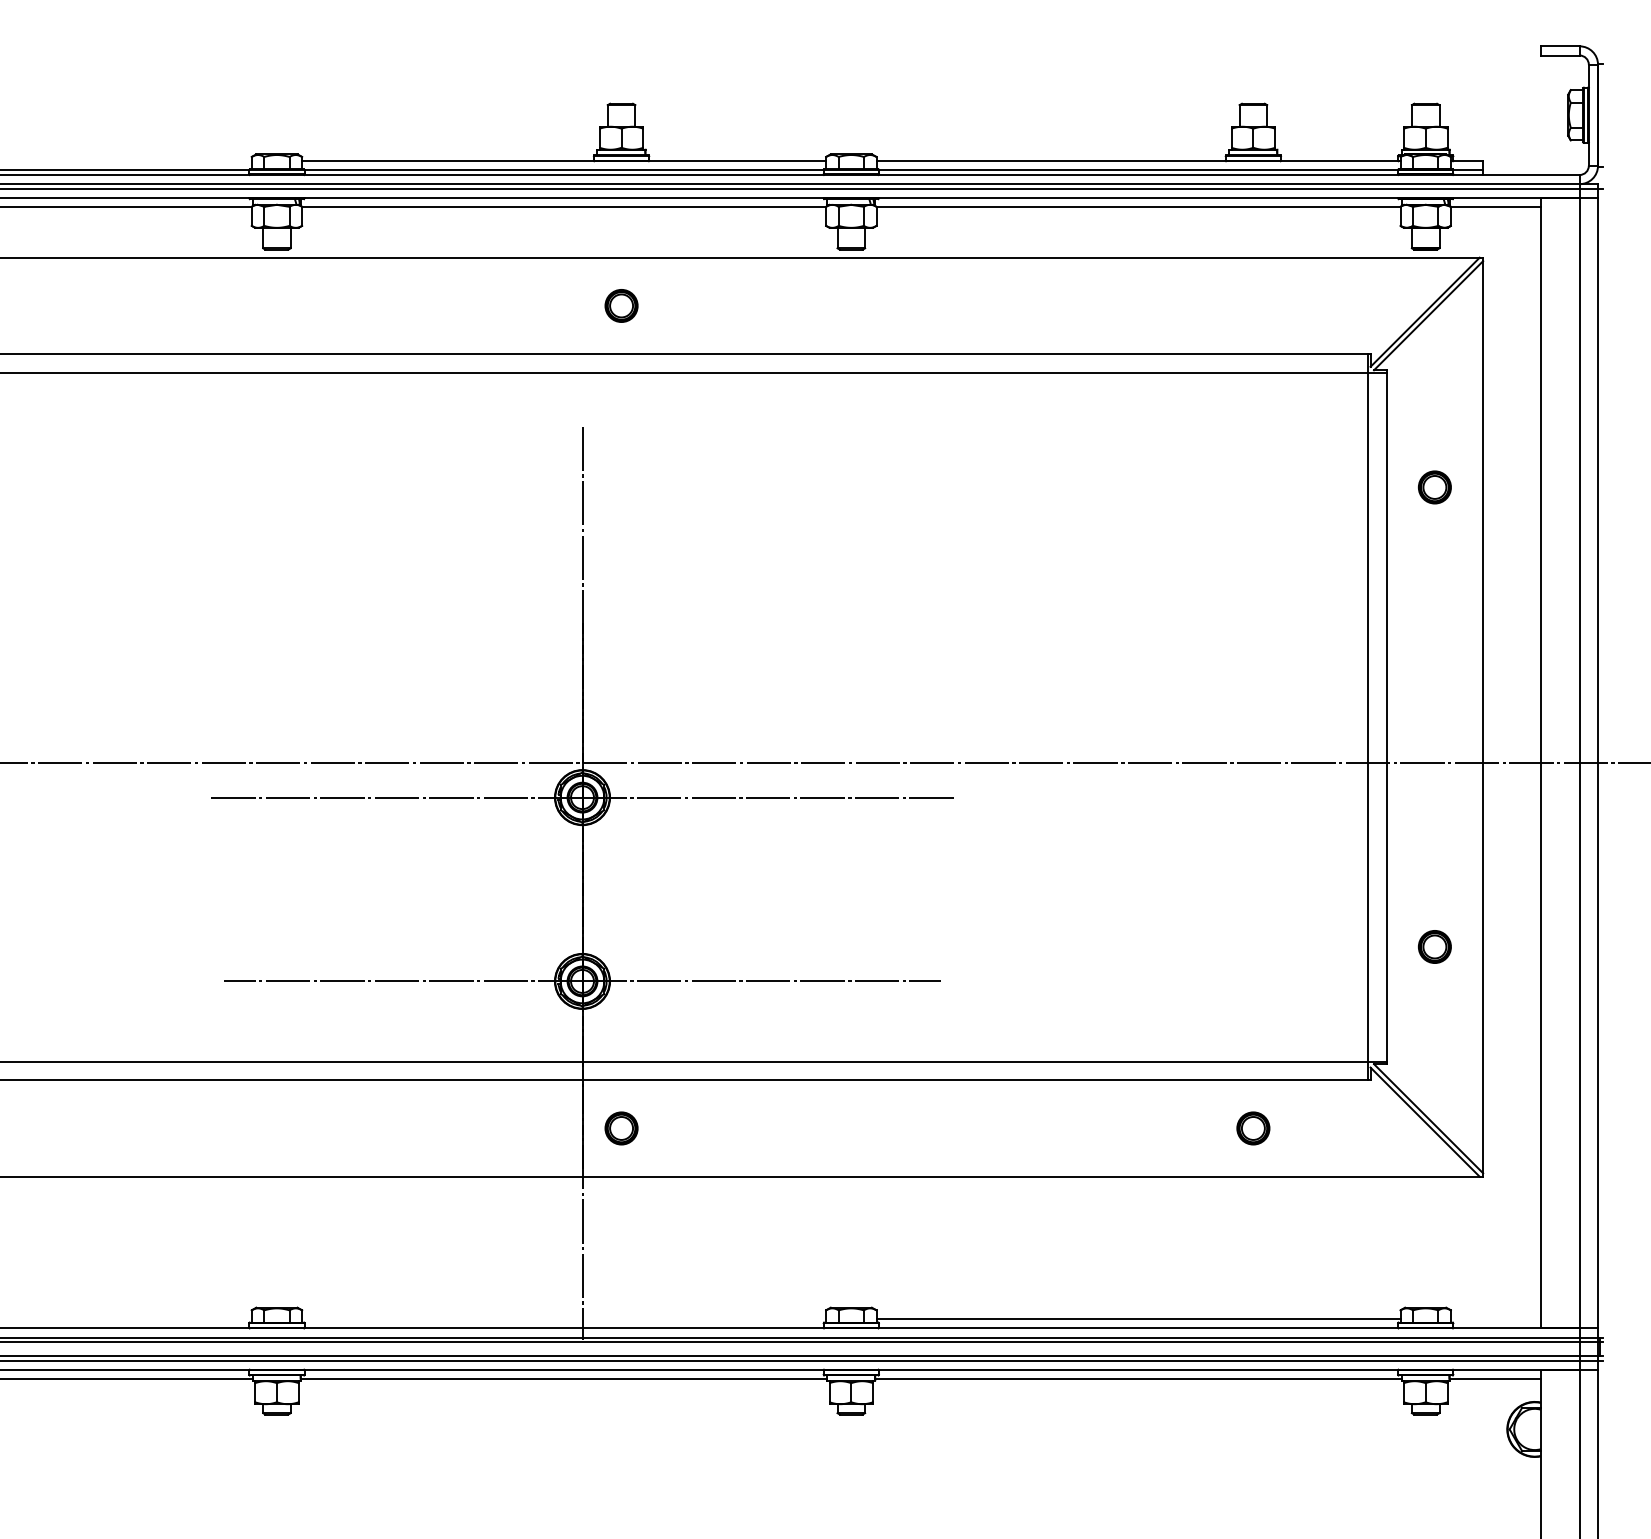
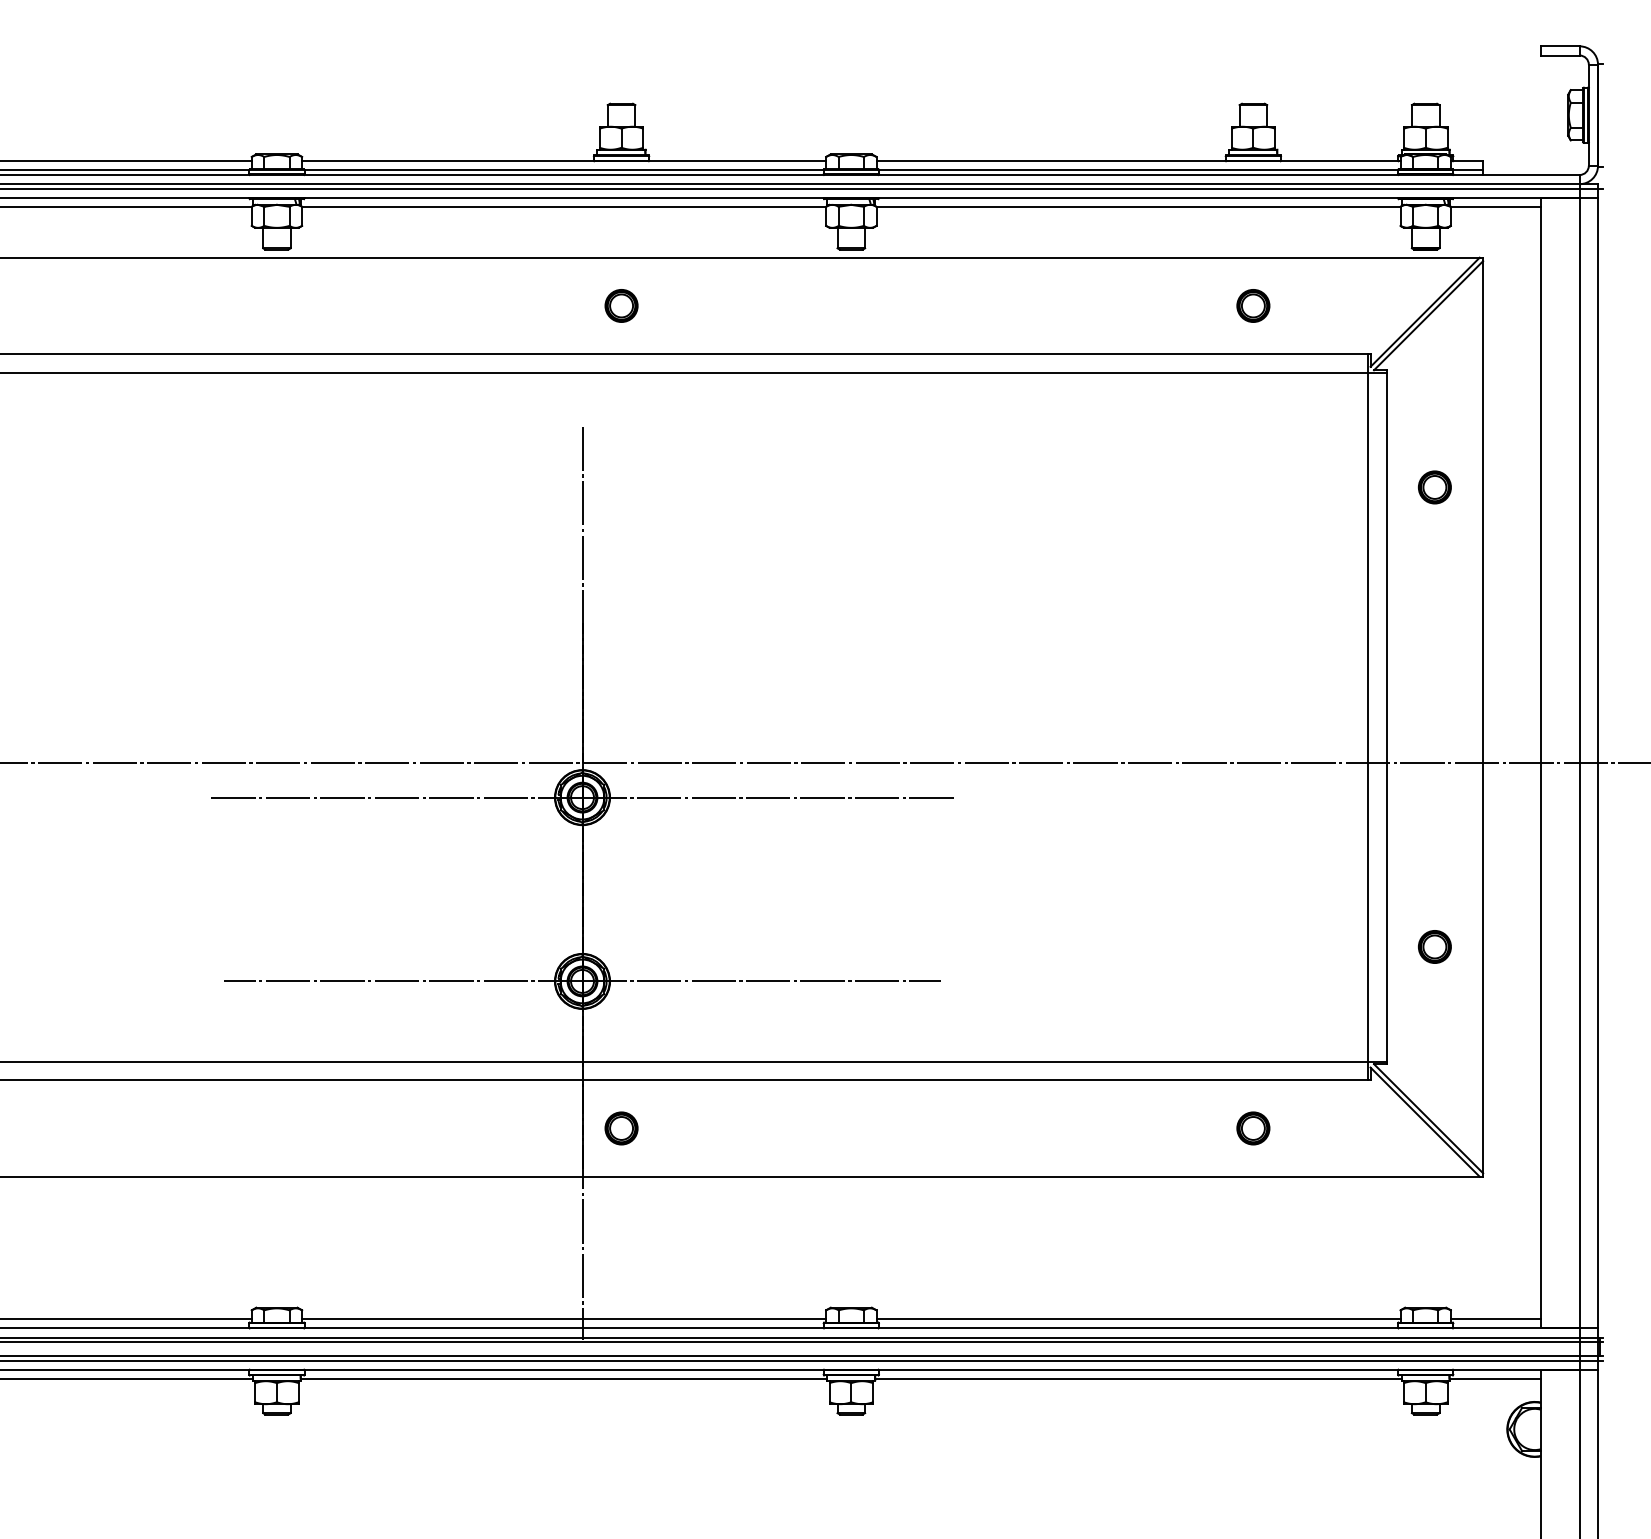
line at (126, 161): none -> present
part at (1253, 305): none -> present
line at (126, 1319): none -> present
line at (564, 1319): none -> present
line at (1495, 1319): none -> present
